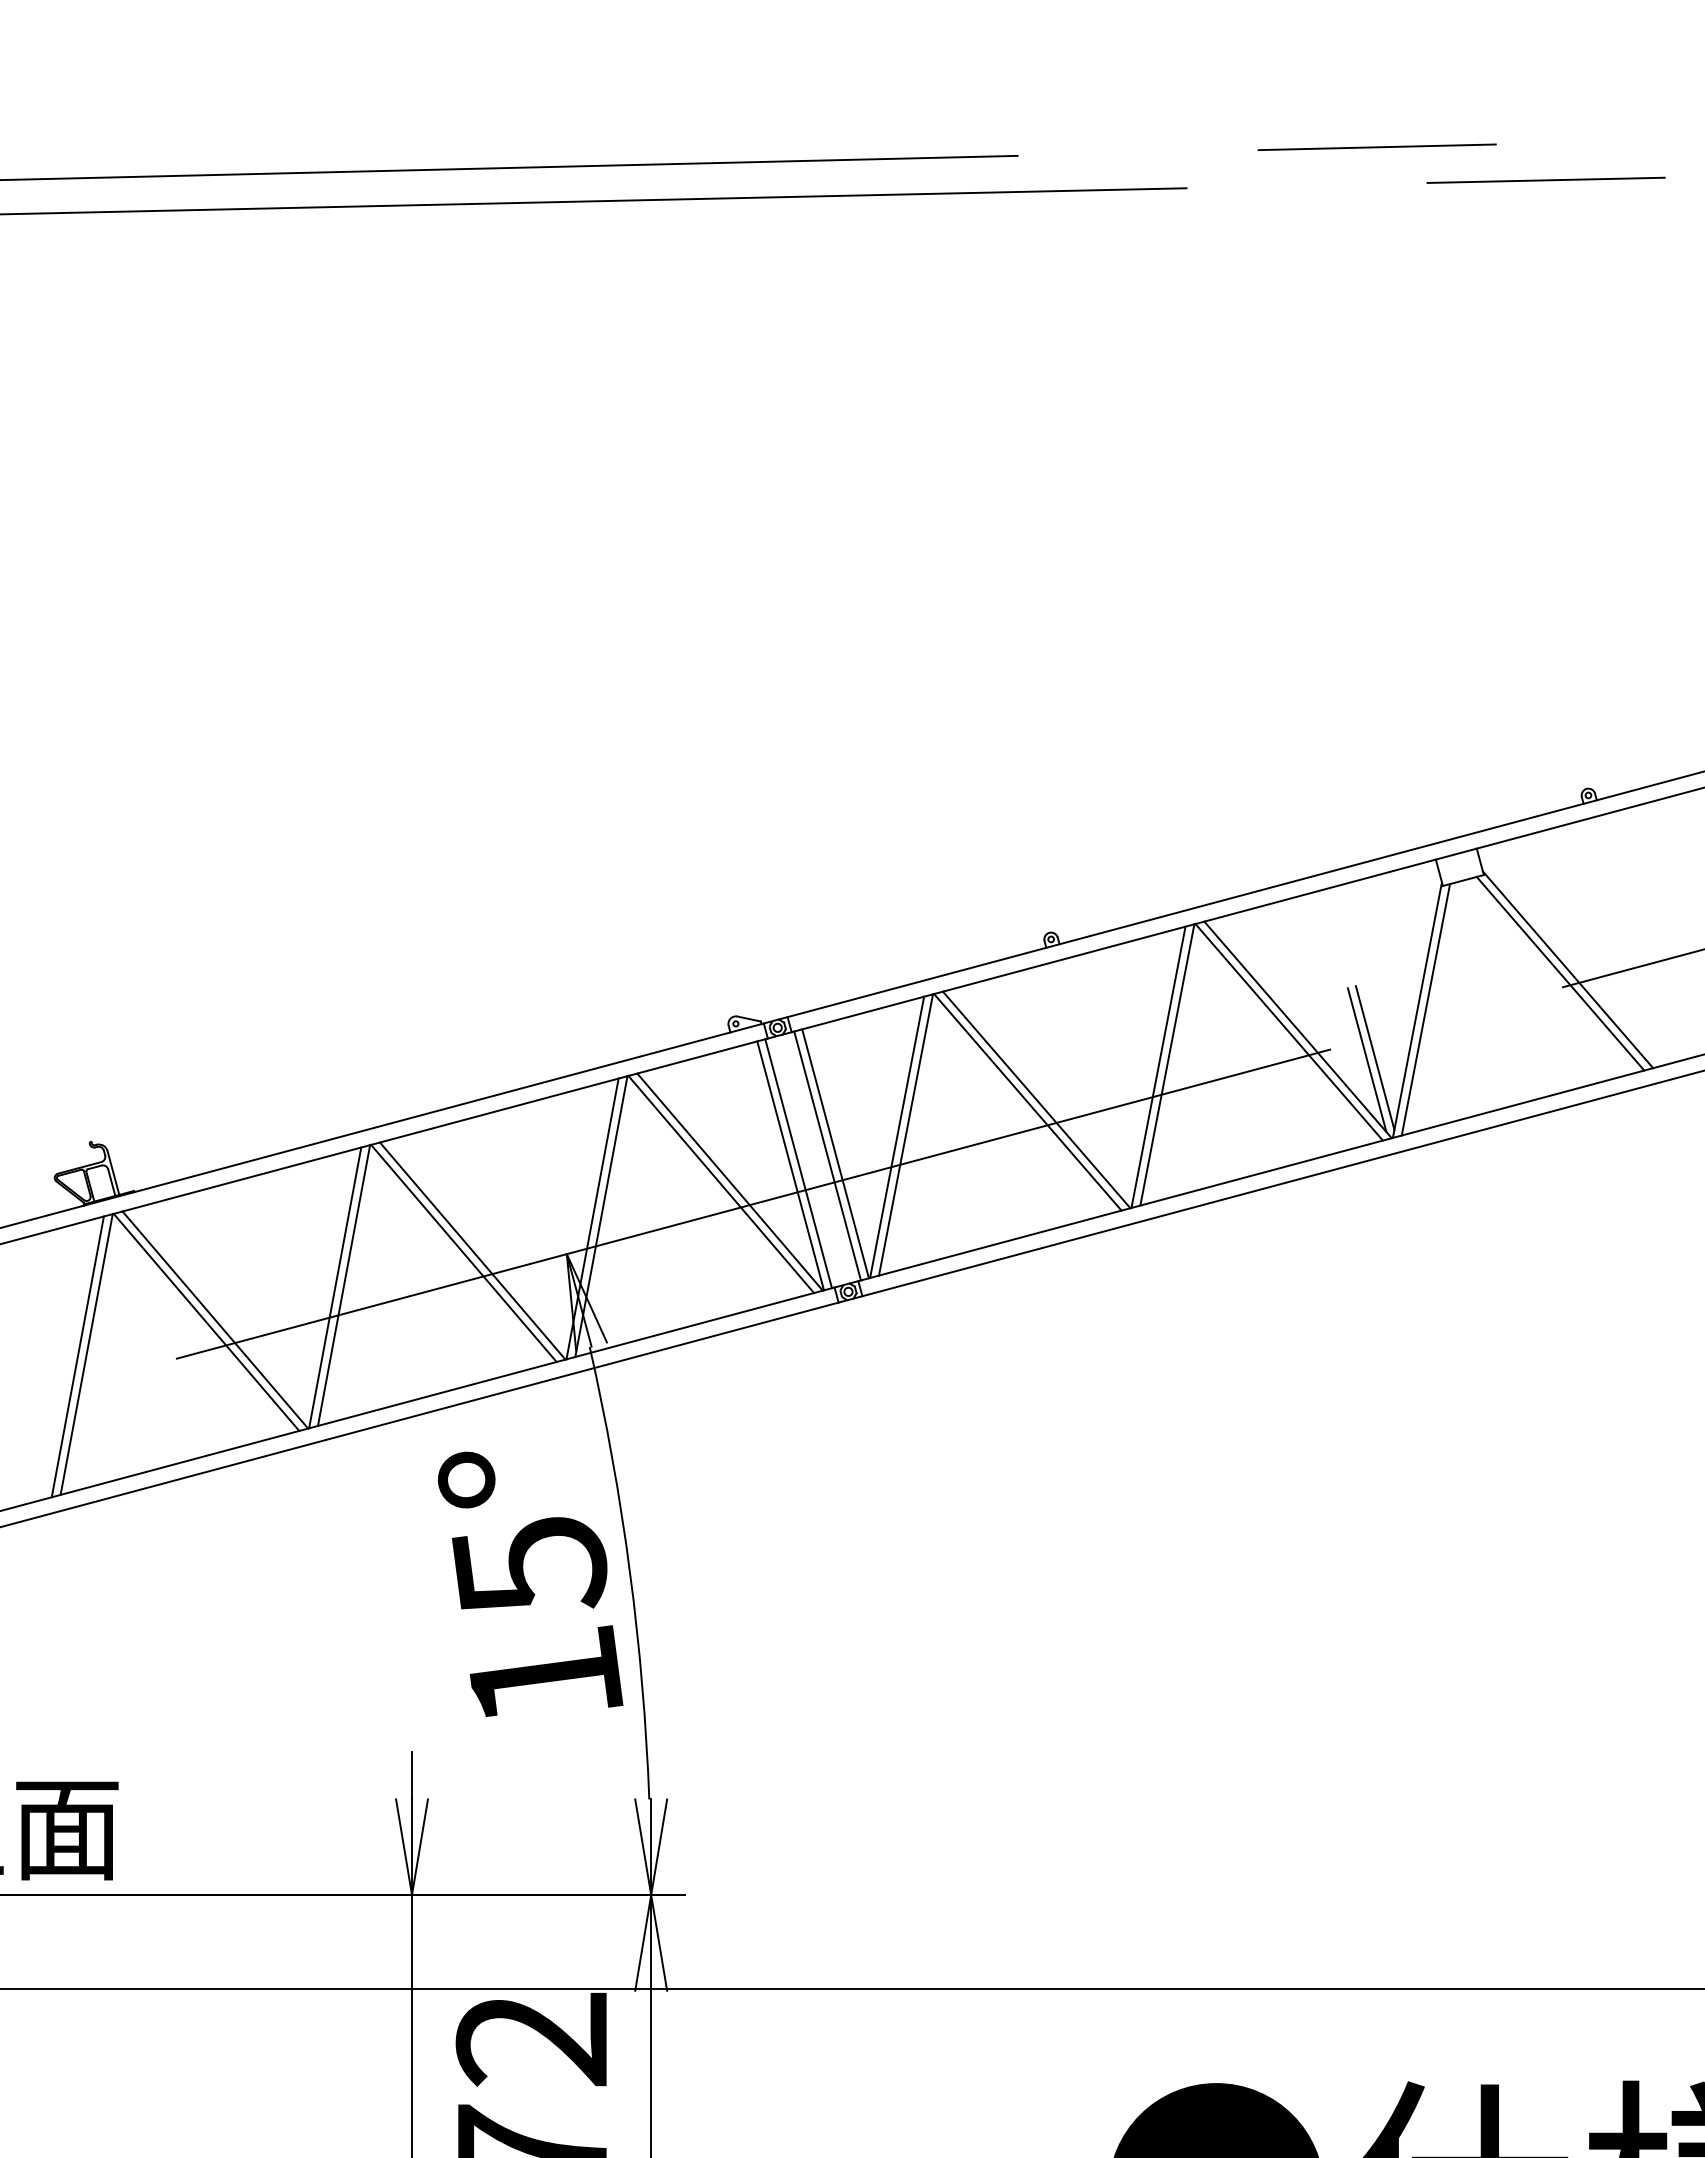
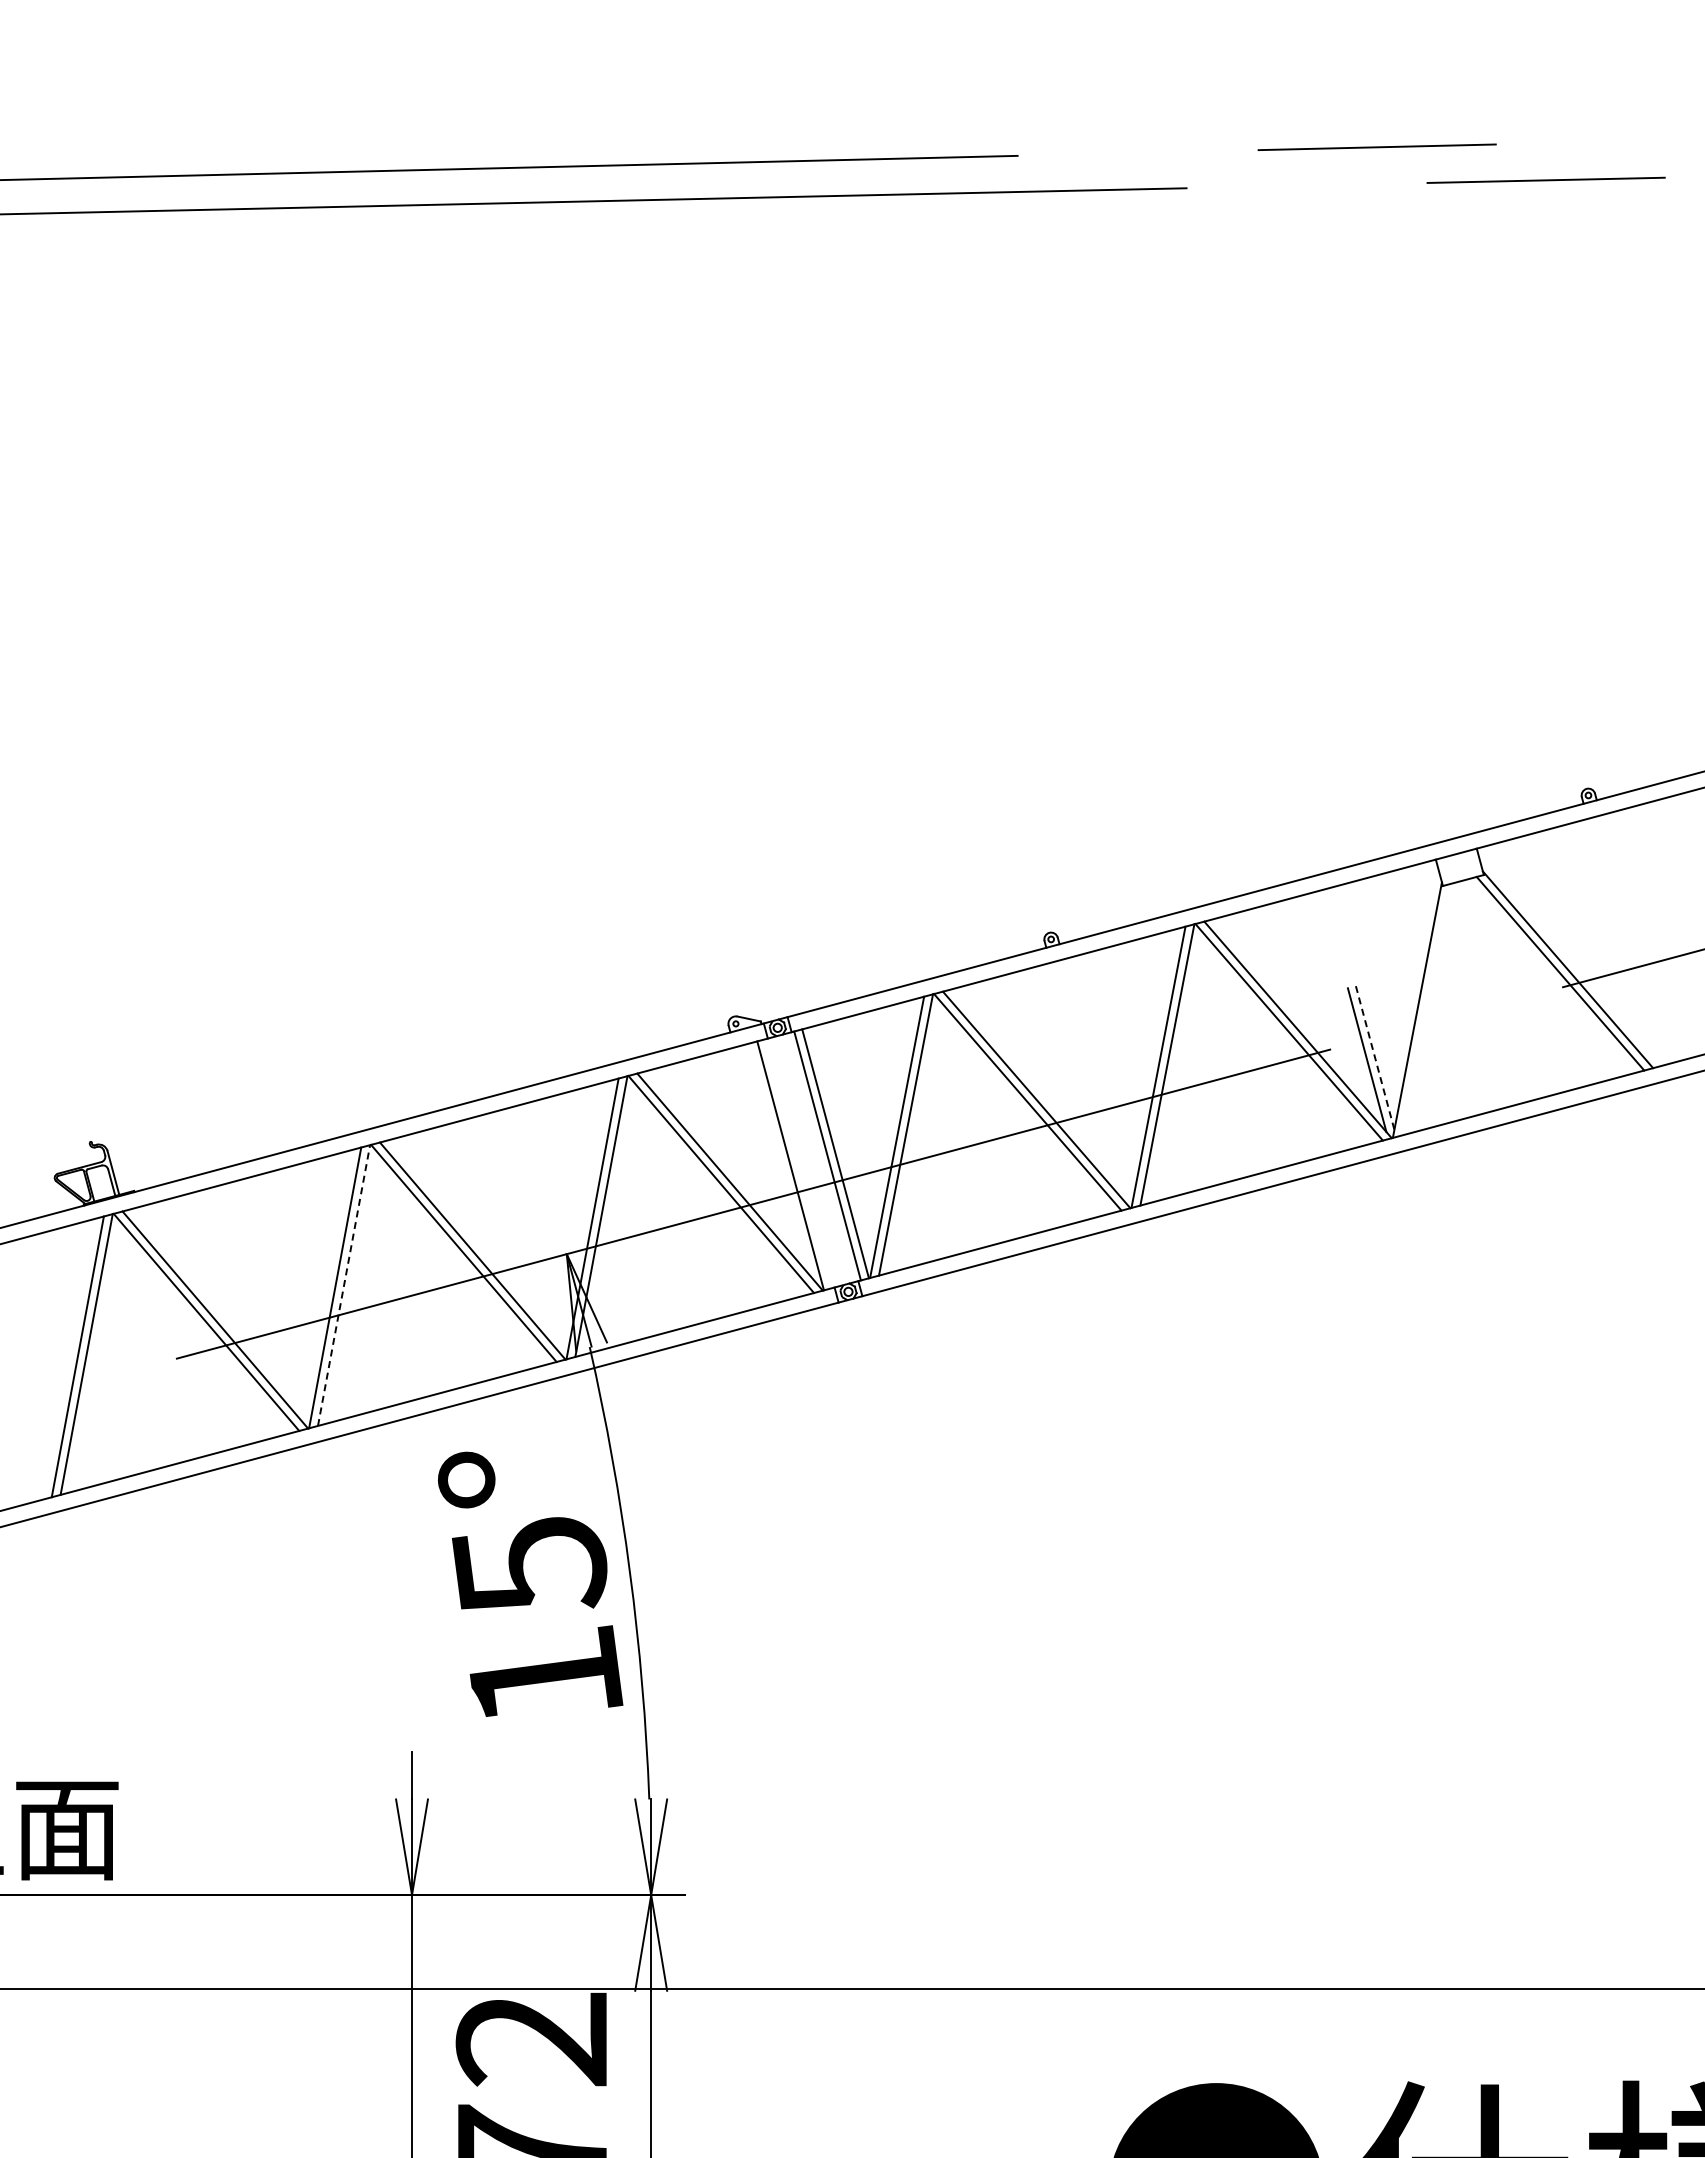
line at (1425, 1009): present -> none
line at (1375, 1058): solid -> dashed
line at (798, 1163): present -> none
line at (344, 1285): solid -> dashed
